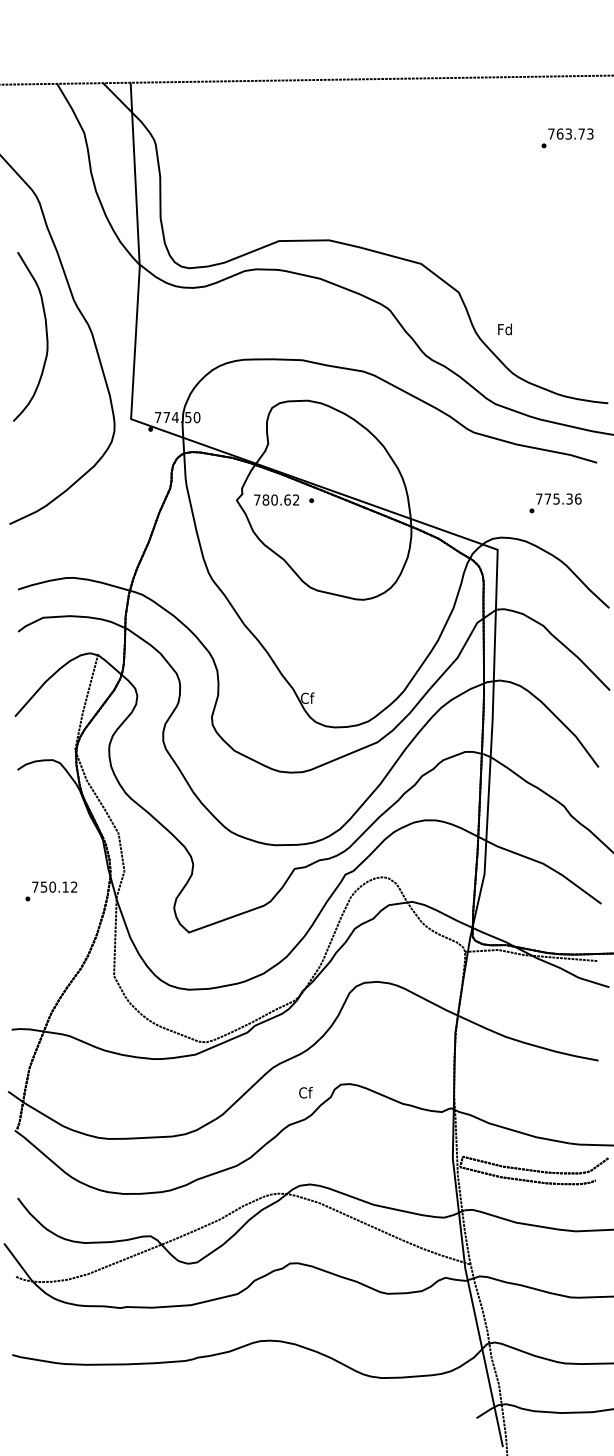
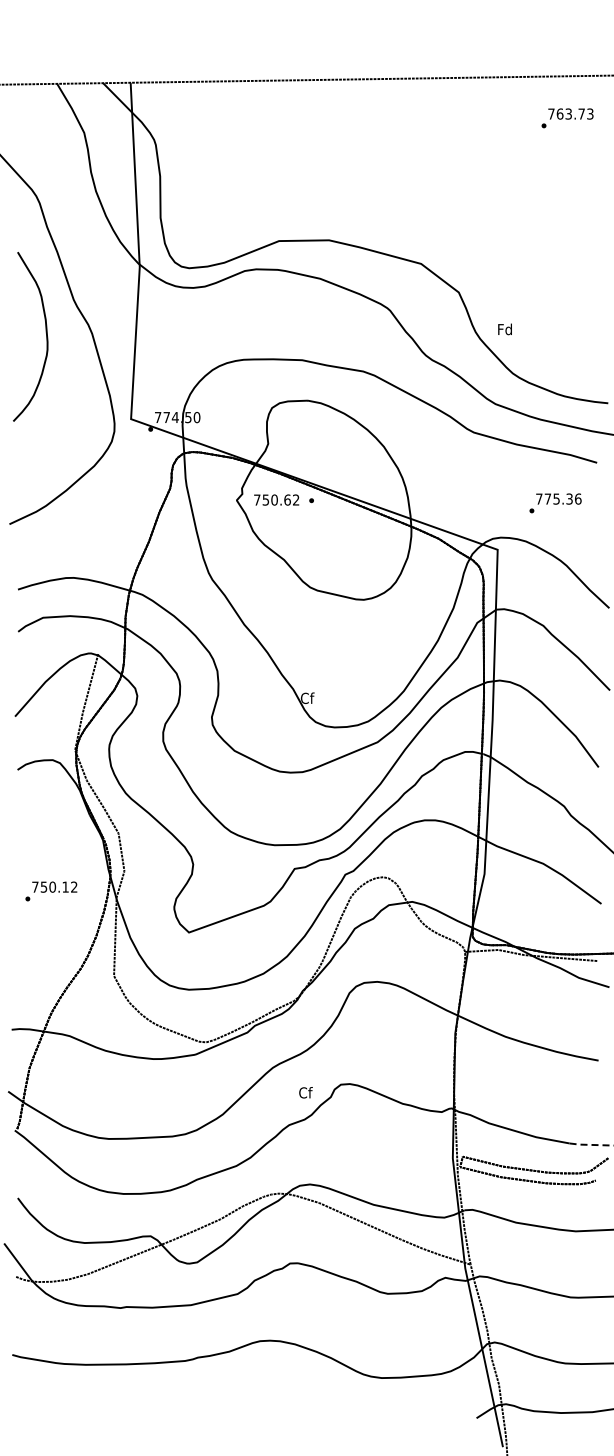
text at (567, 138) position: (567, 138) -> (567, 118)
text at (265, 499): 780.62 -> 750.62
line at (591, 1144): solid -> dashed
